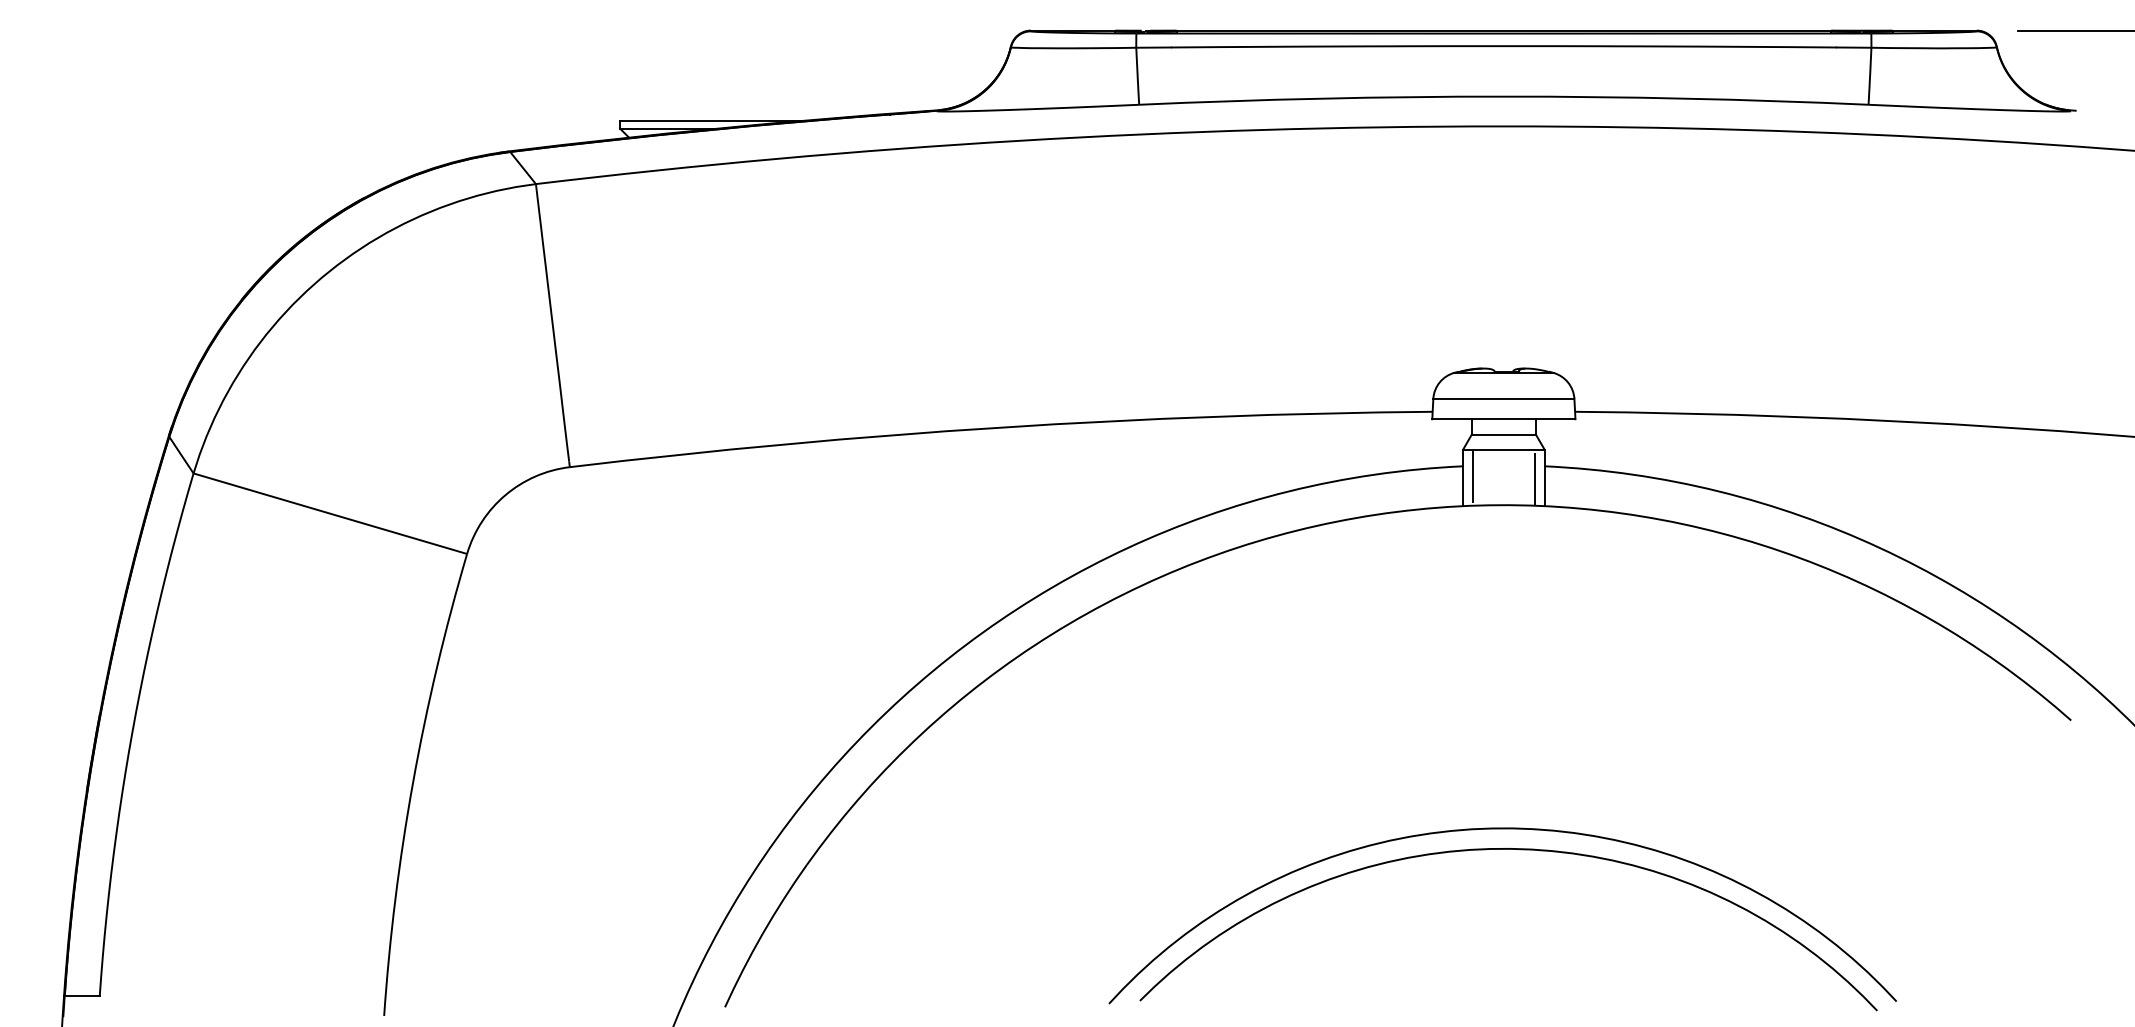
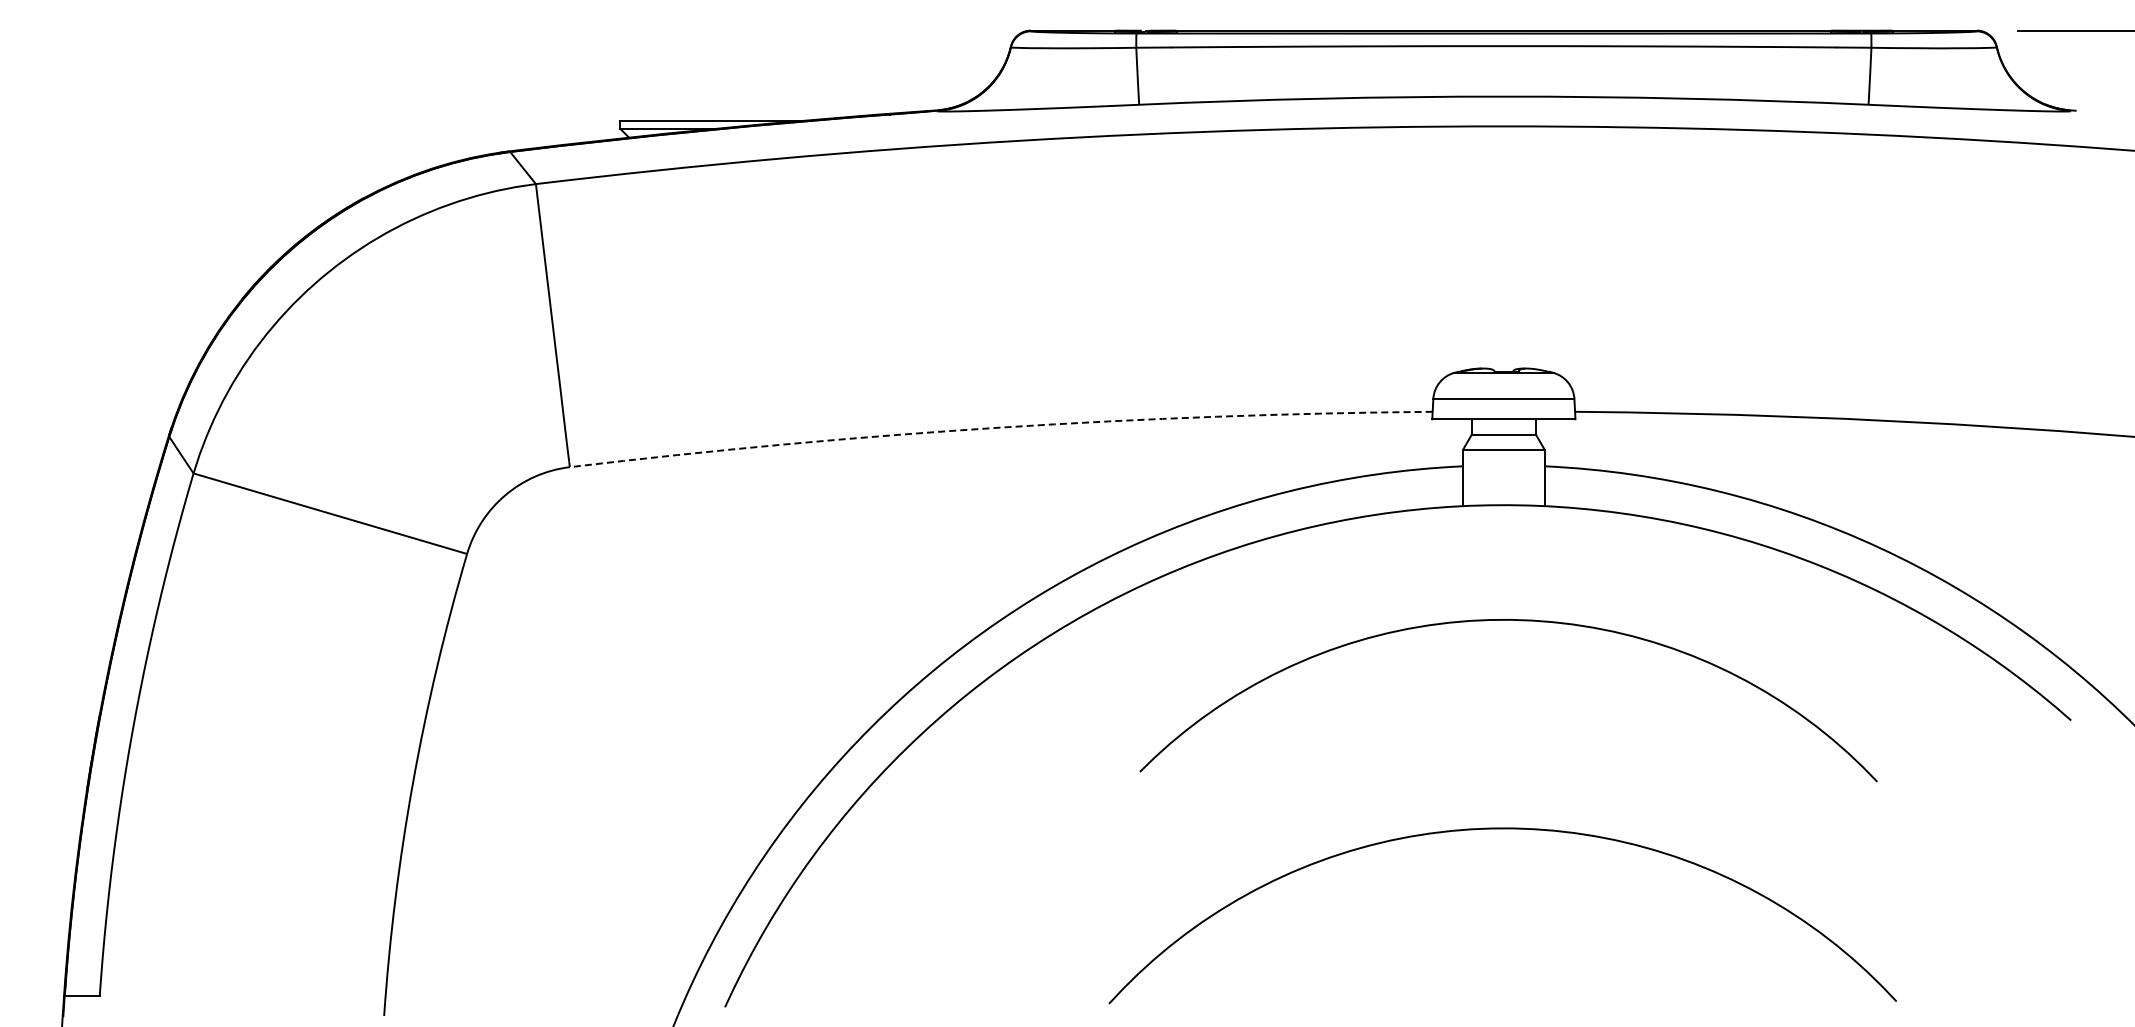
arc at (1000, 427): solid -> dashed
line at (1472, 477): present -> none
line at (1535, 477): present -> none
curve at (1520, 850) position: (1520, 850) -> (1520, 621)
